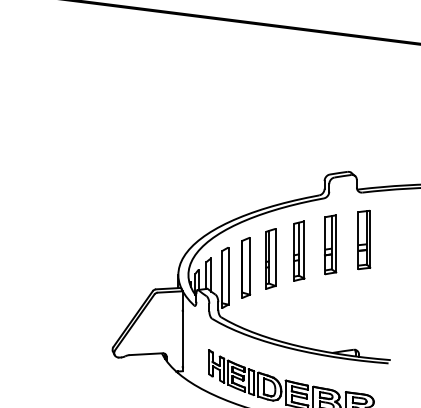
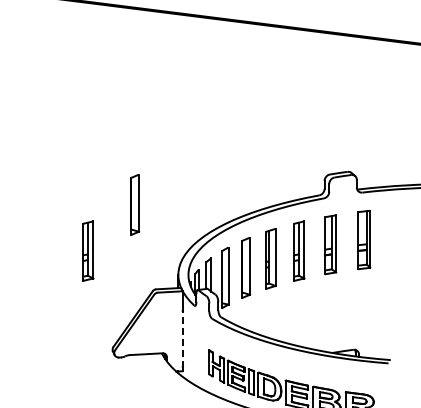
part at (135, 204): none -> present
part at (88, 250): none -> present
line at (183, 339): solid -> dashed
